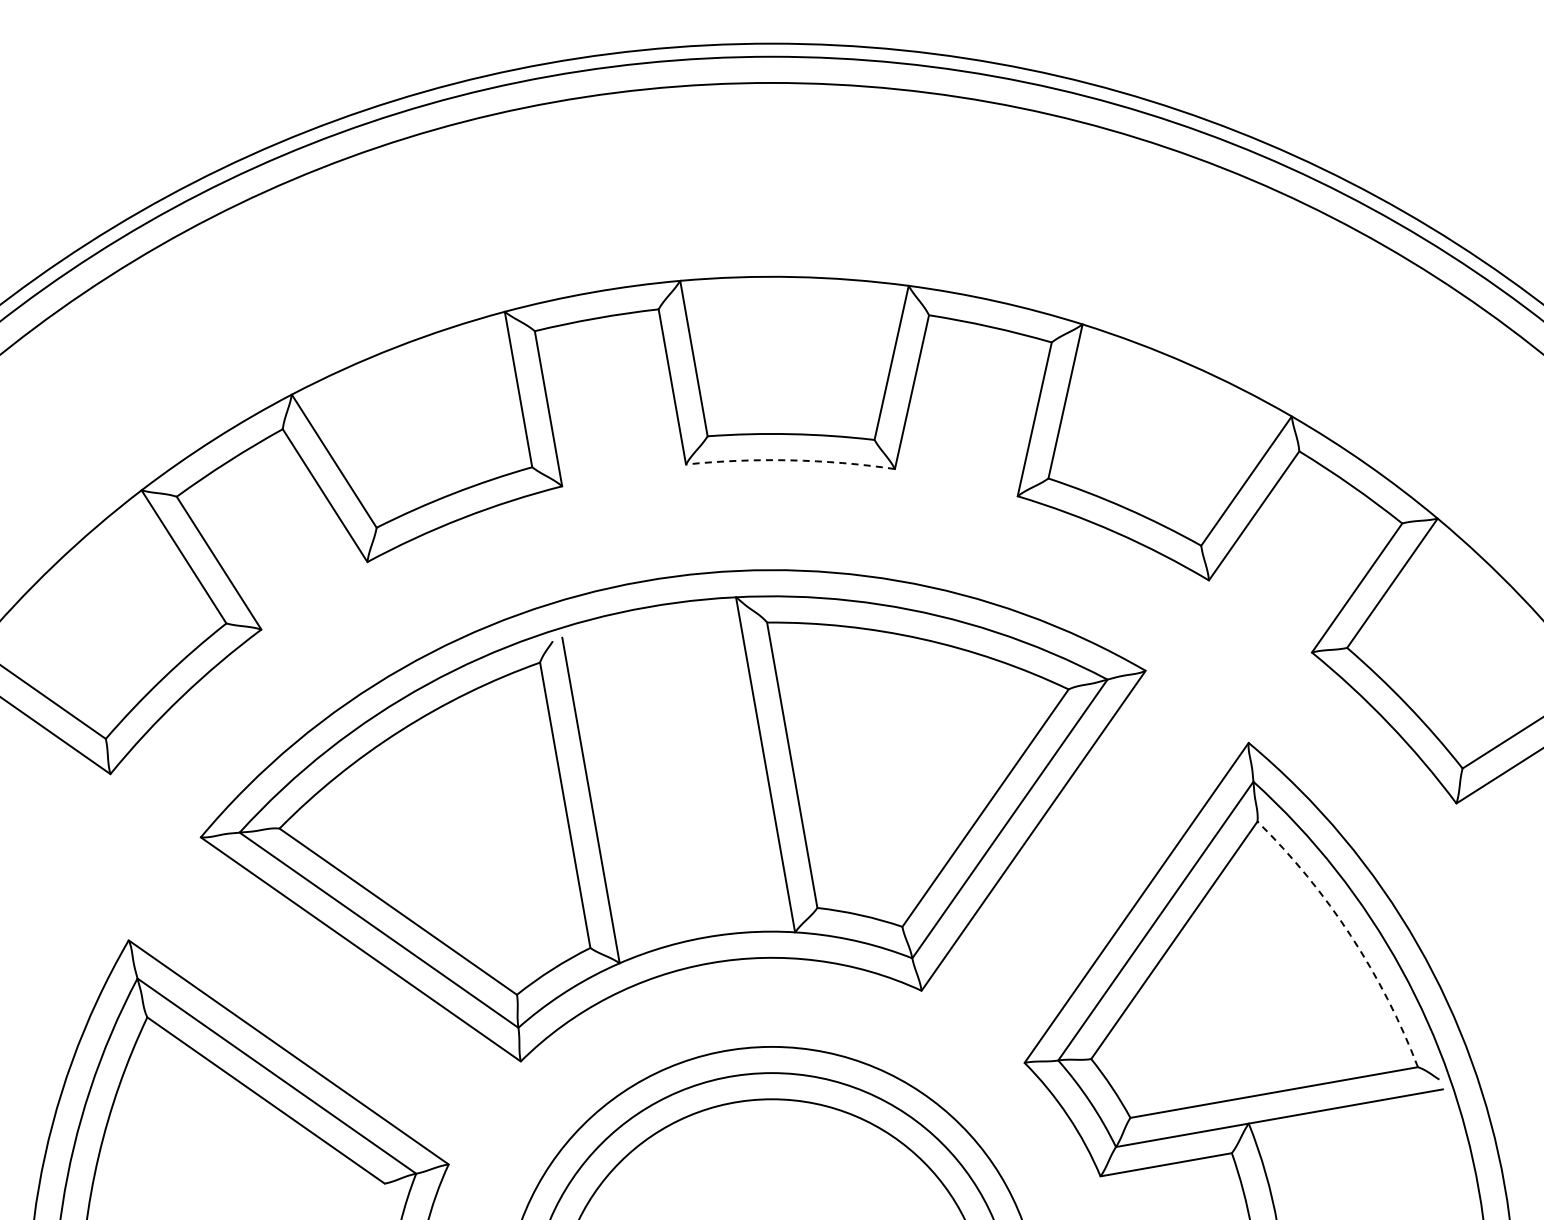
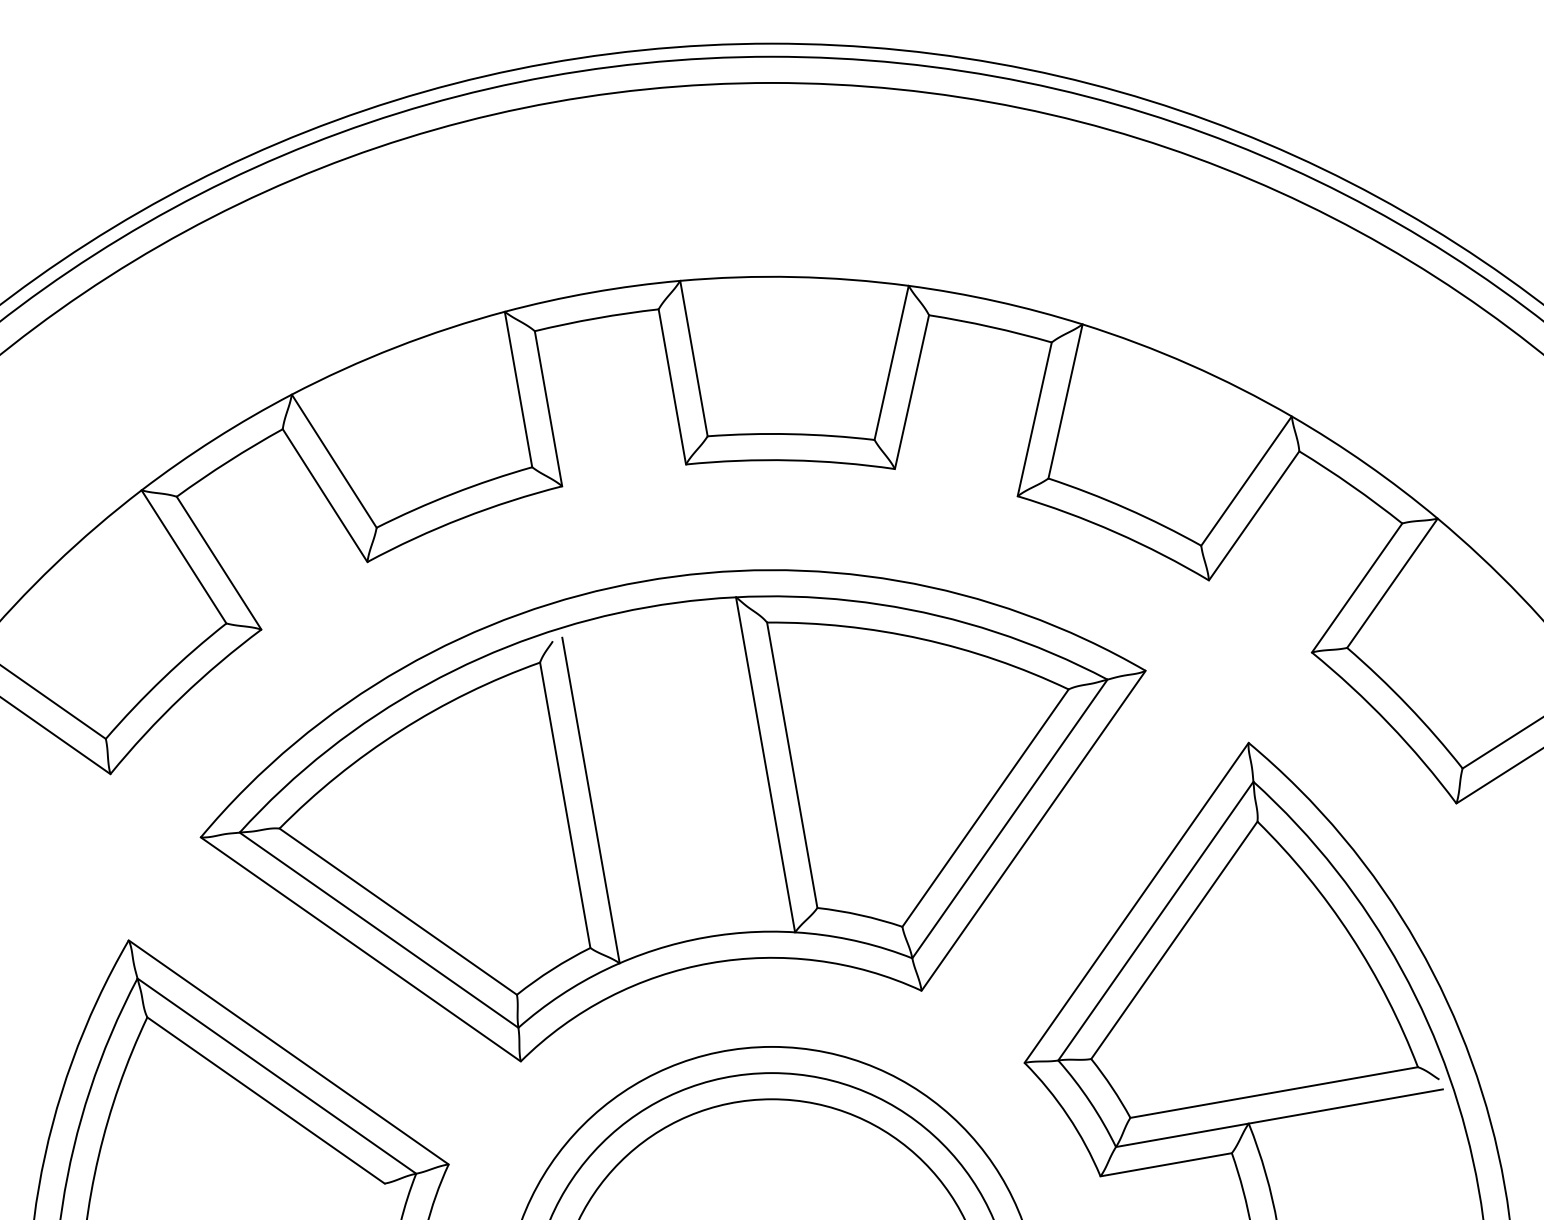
arc at (790, 460): dashed -> solid
arc at (1350, 935): dashed -> solid
